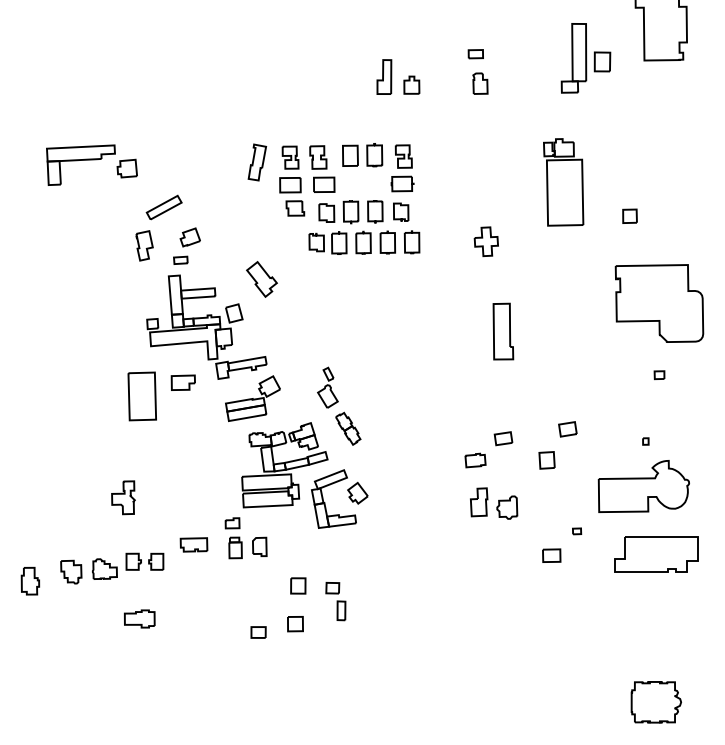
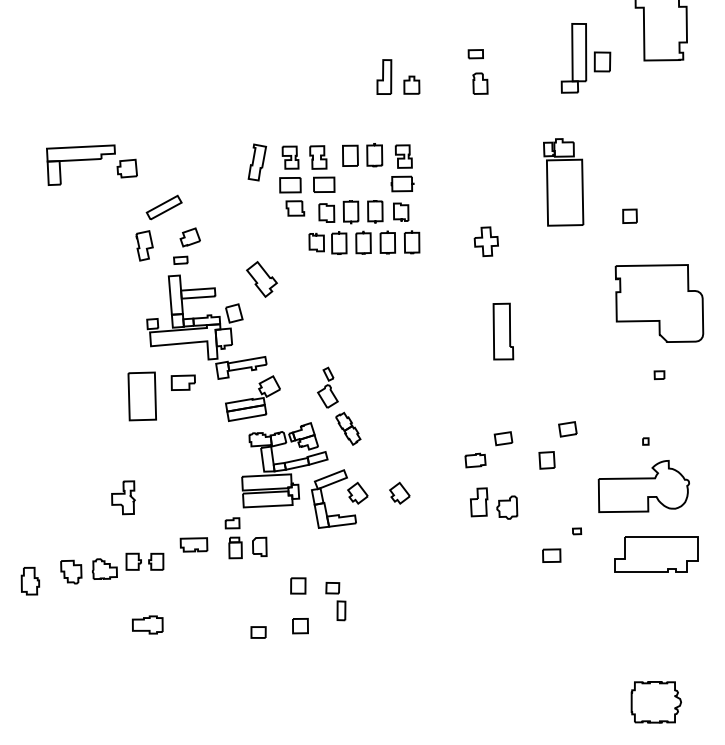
part at (399, 492): none -> present
part at (139, 618) position: (139, 618) -> (147, 624)
part at (295, 624) position: (295, 624) -> (300, 626)
